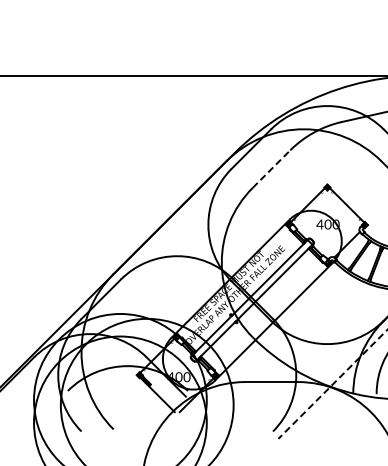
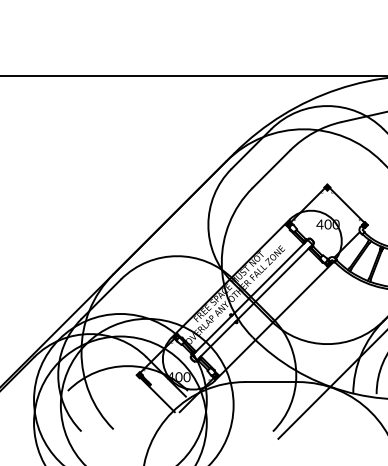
line at (271, 169): dashed -> solid
line at (332, 384): dashed -> solid
